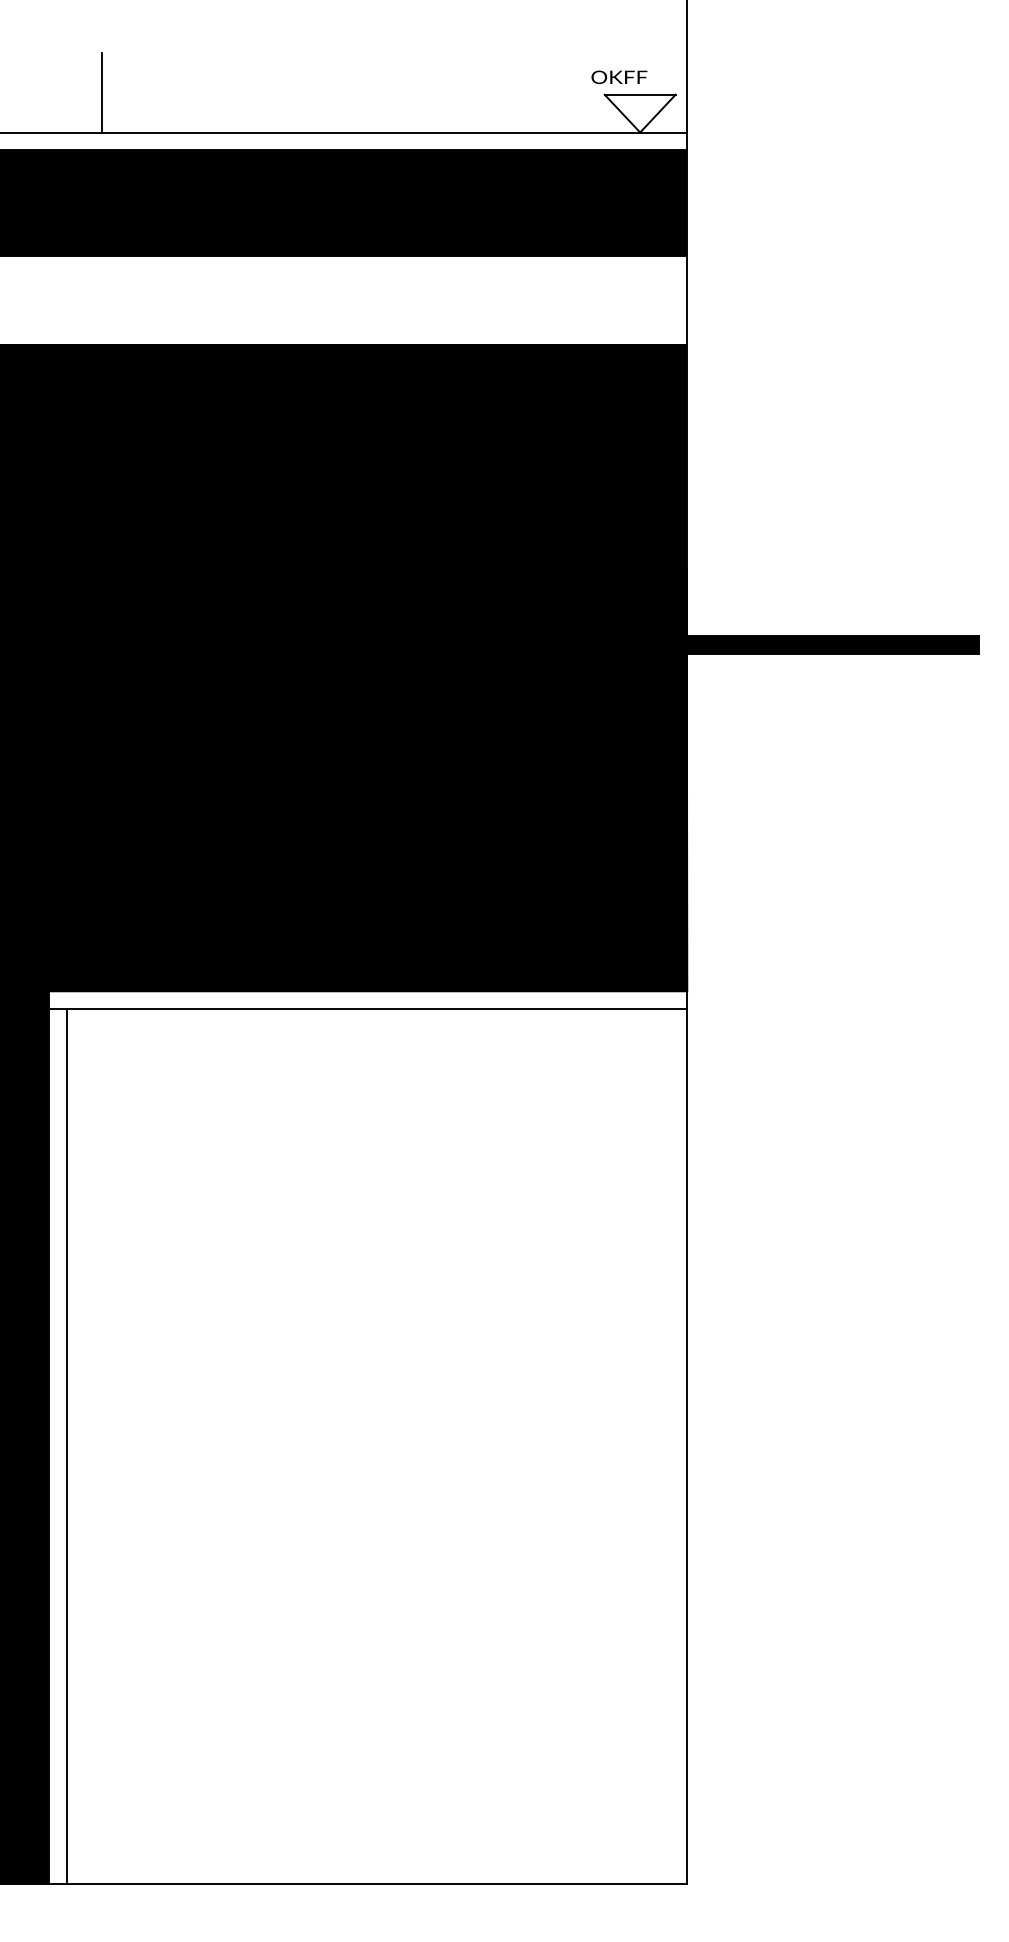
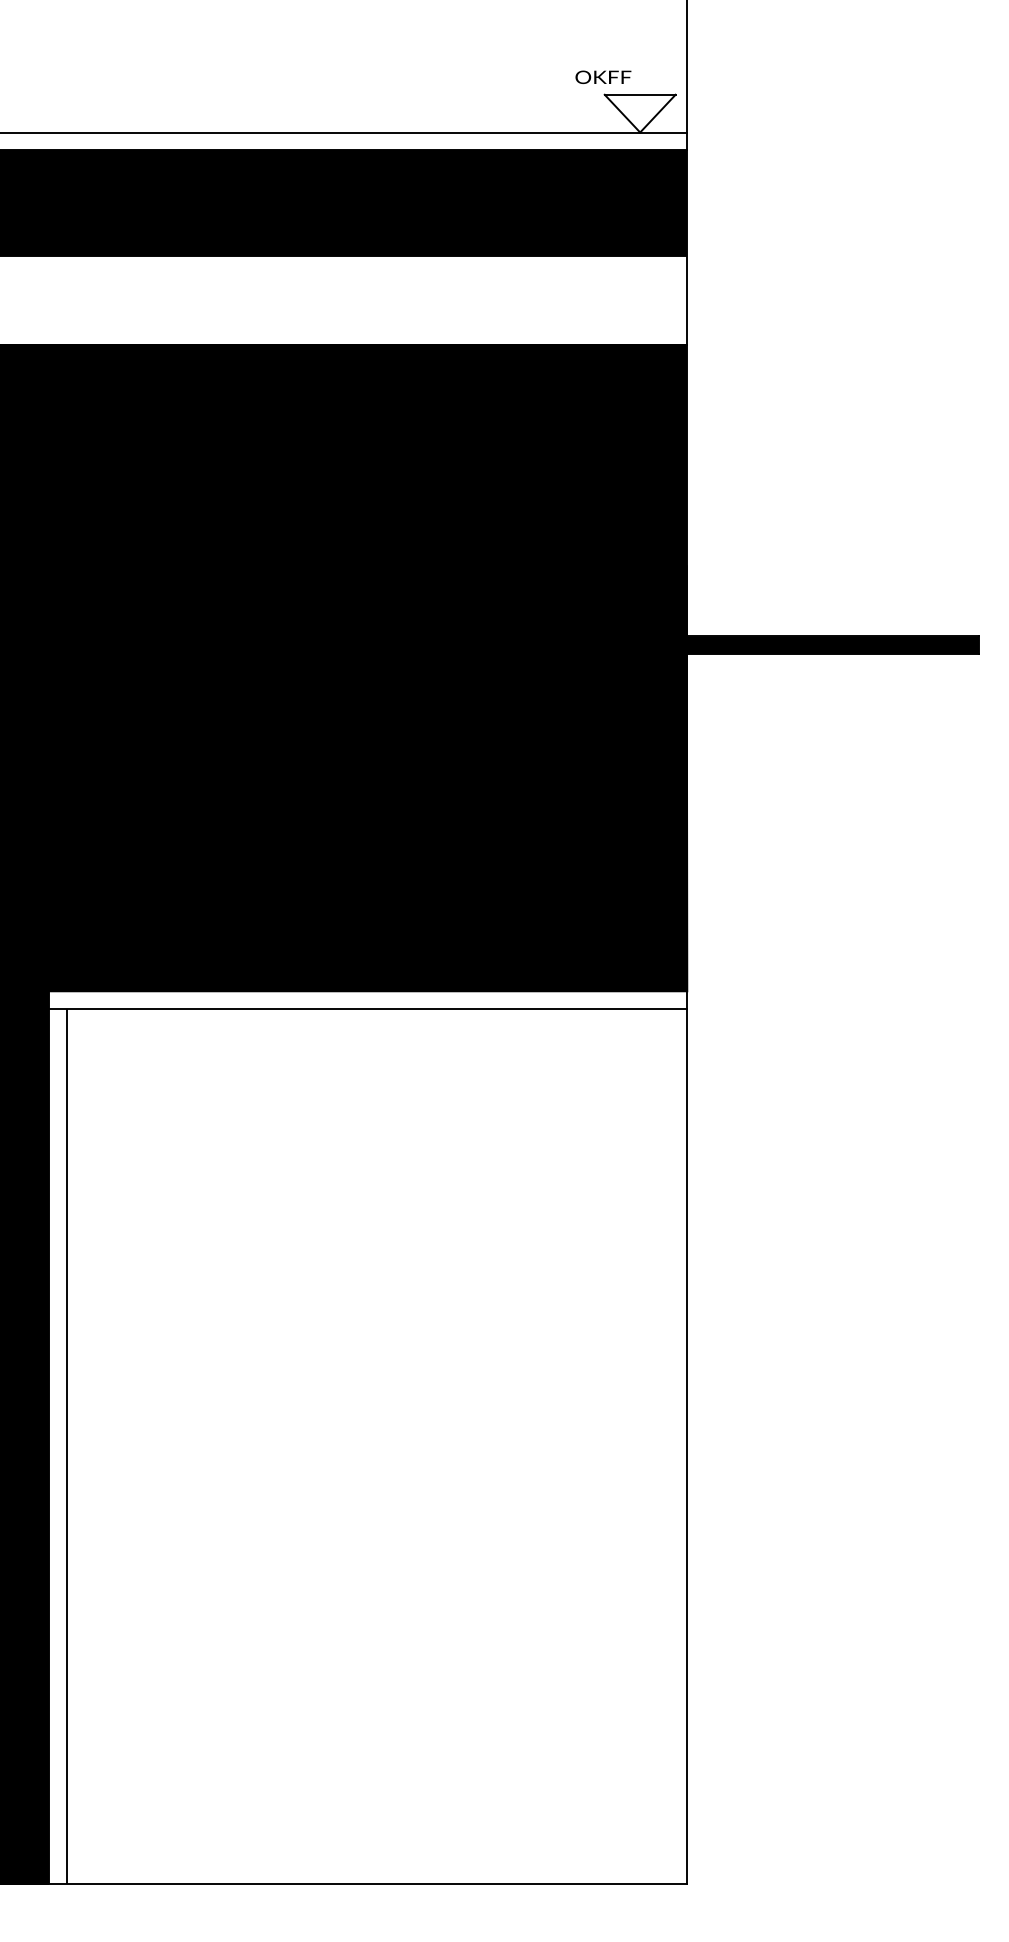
text at (619, 76) position: (619, 76) -> (603, 76)
line at (101, 92): present -> none
